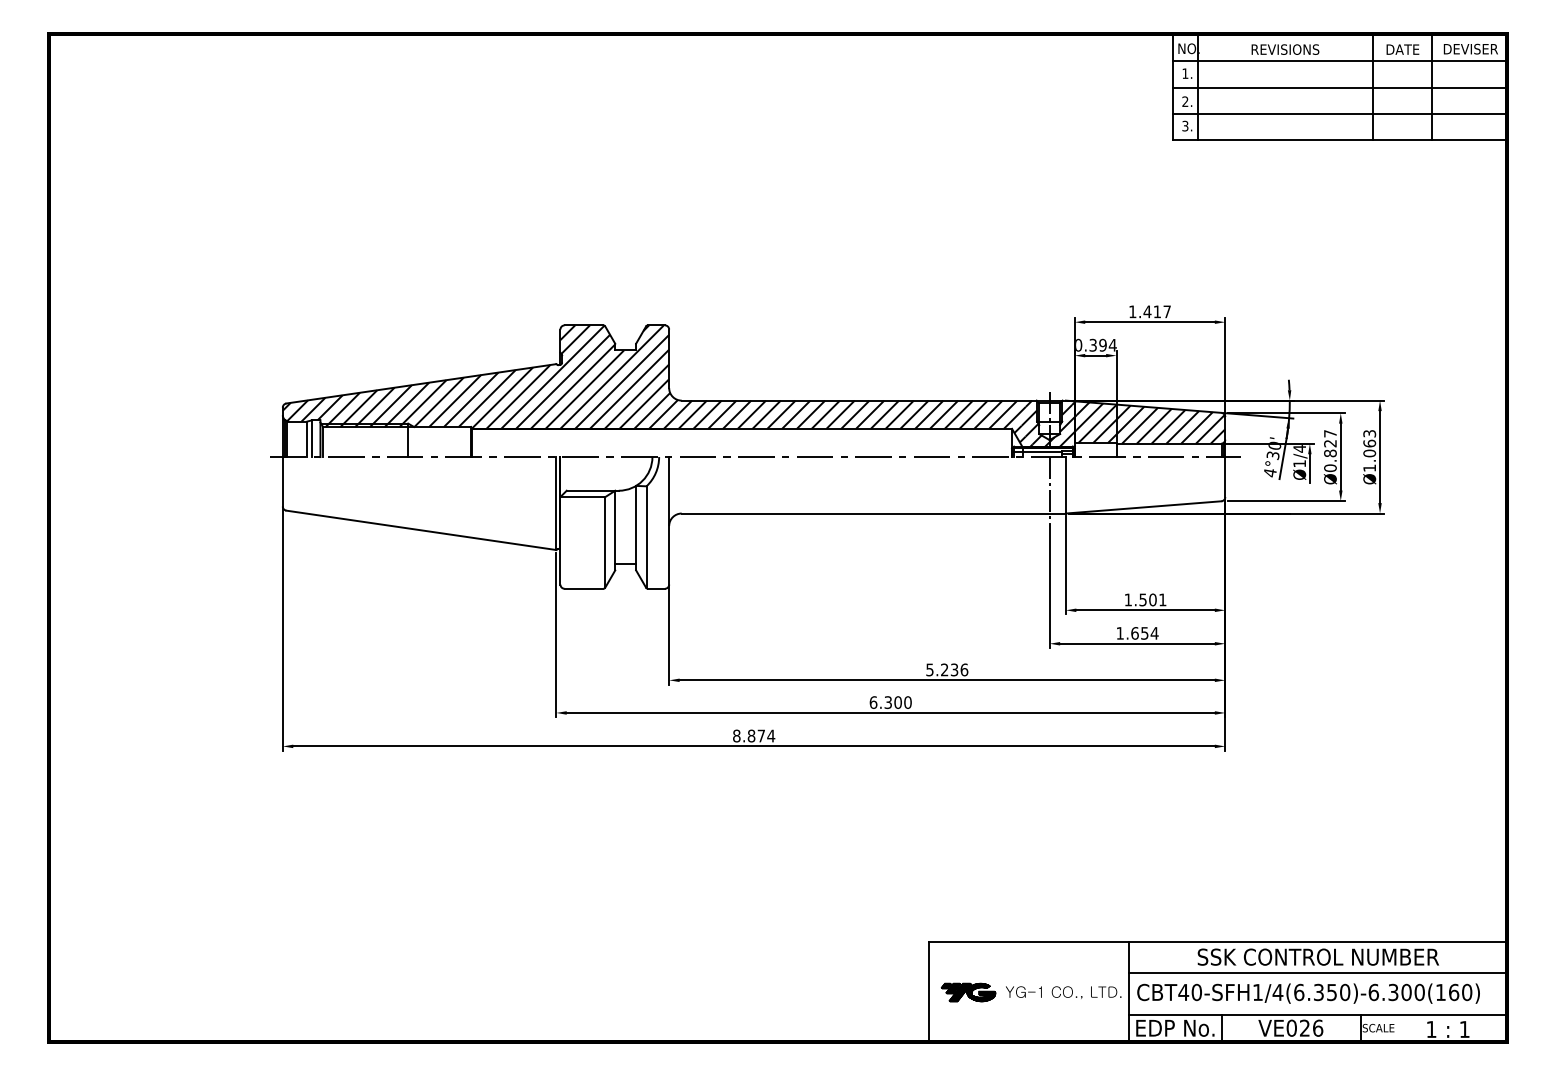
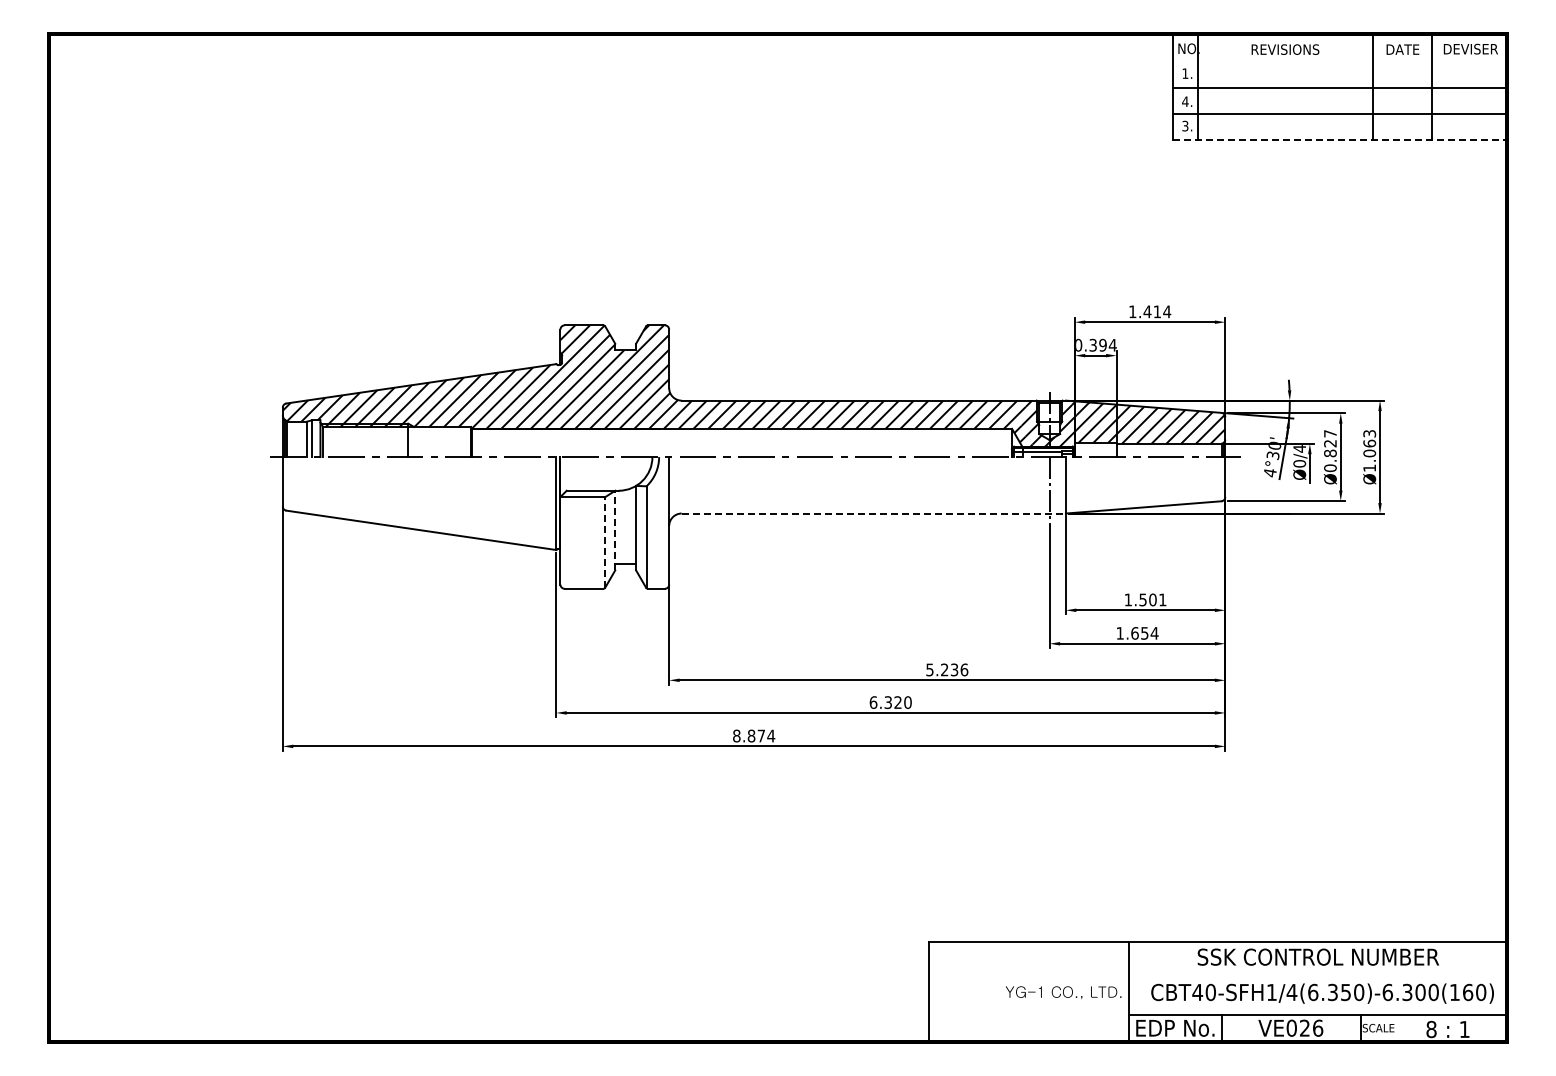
line at (1339, 60): present -> none
text at (1185, 101): 2. -> 4.
line at (1340, 140): solid -> dashed
text at (1167, 311): 1.417 -> 1.414
text at (1299, 463): Ø1/4 -> Ø0/4
line at (874, 513): solid -> dashed
line at (615, 530): solid -> dashed
line at (604, 542): solid -> dashed
text at (897, 702): 6.300 -> 6.320
line at (1318, 972): present -> none
part at (968, 992): present -> none
text at (1308, 993) position: (1308, 993) -> (1322, 993)
text at (1431, 1029): 1 -> 8
